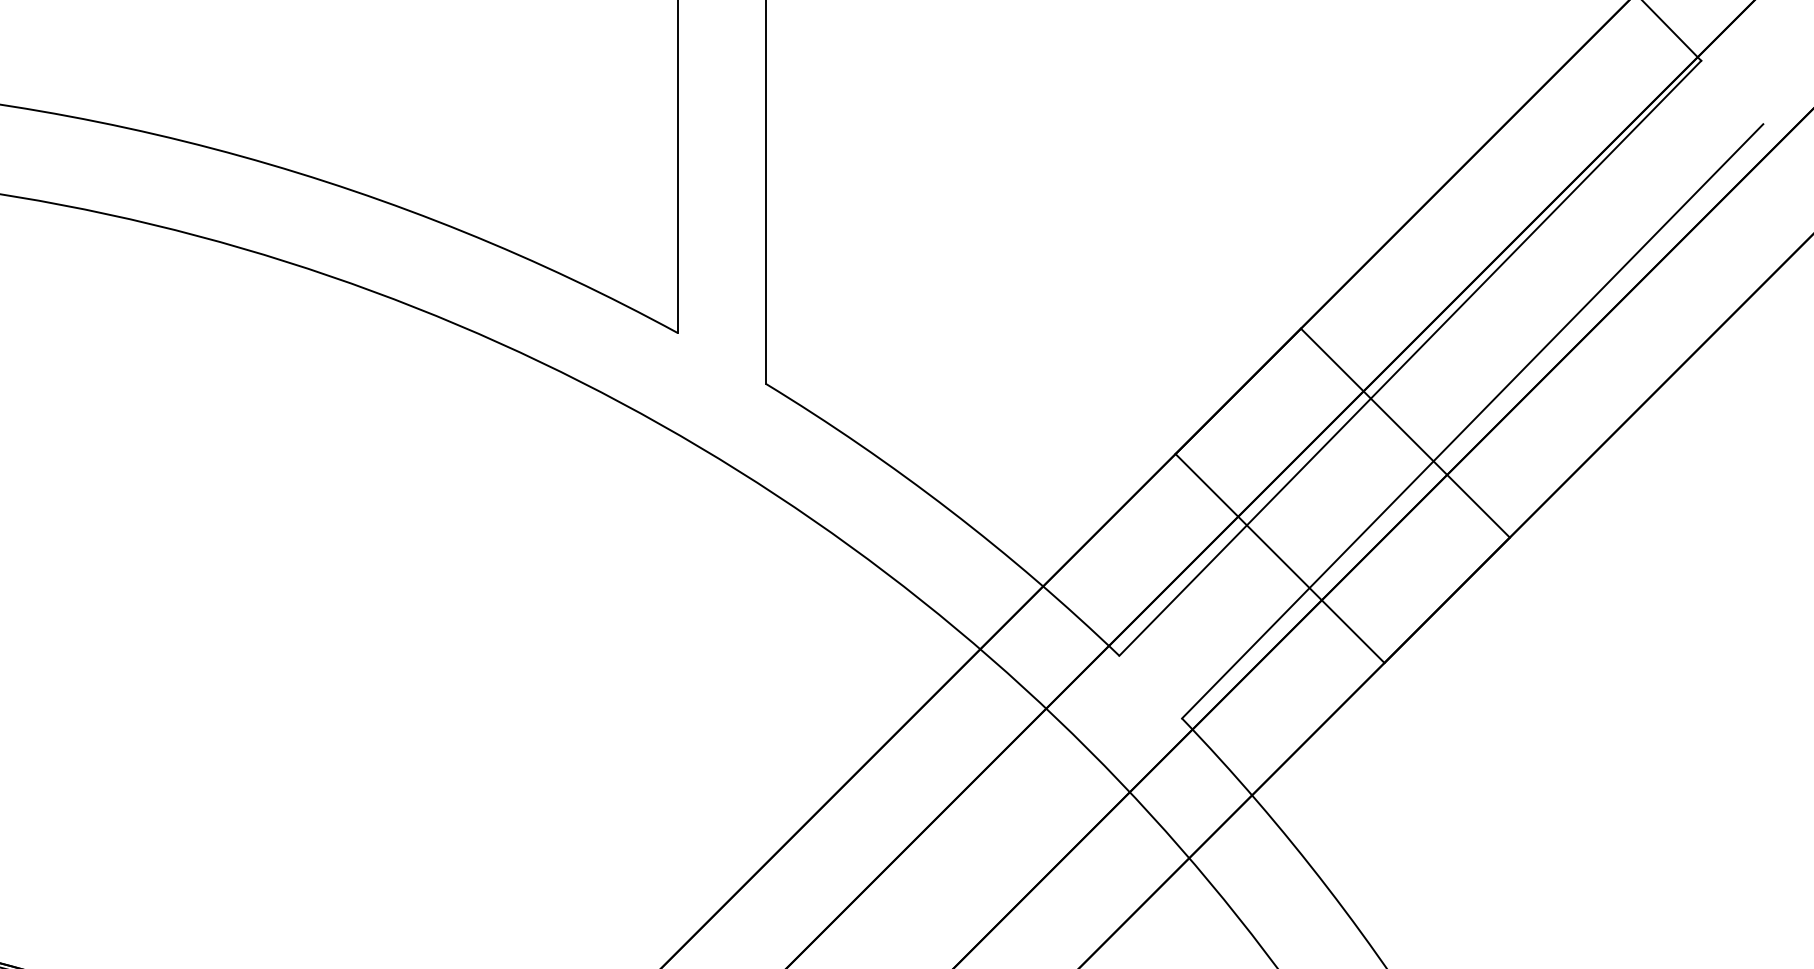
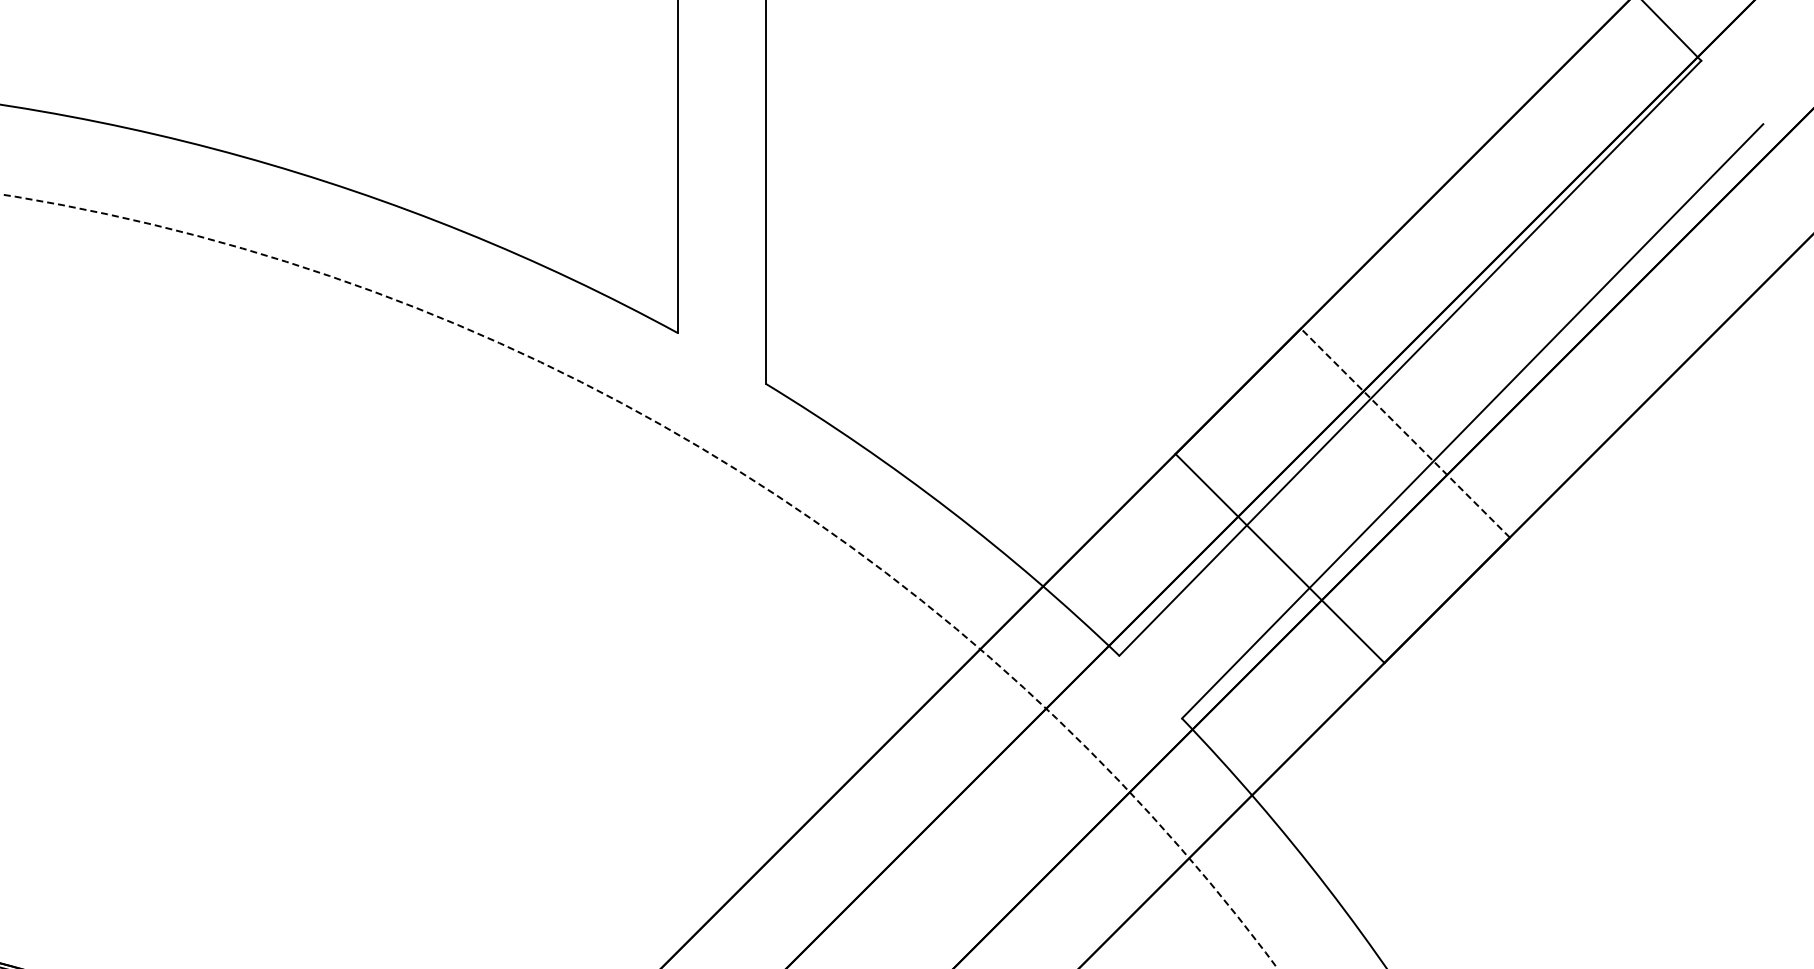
line at (1405, 433): solid -> dashed
arc at (706, 451): solid -> dashed
